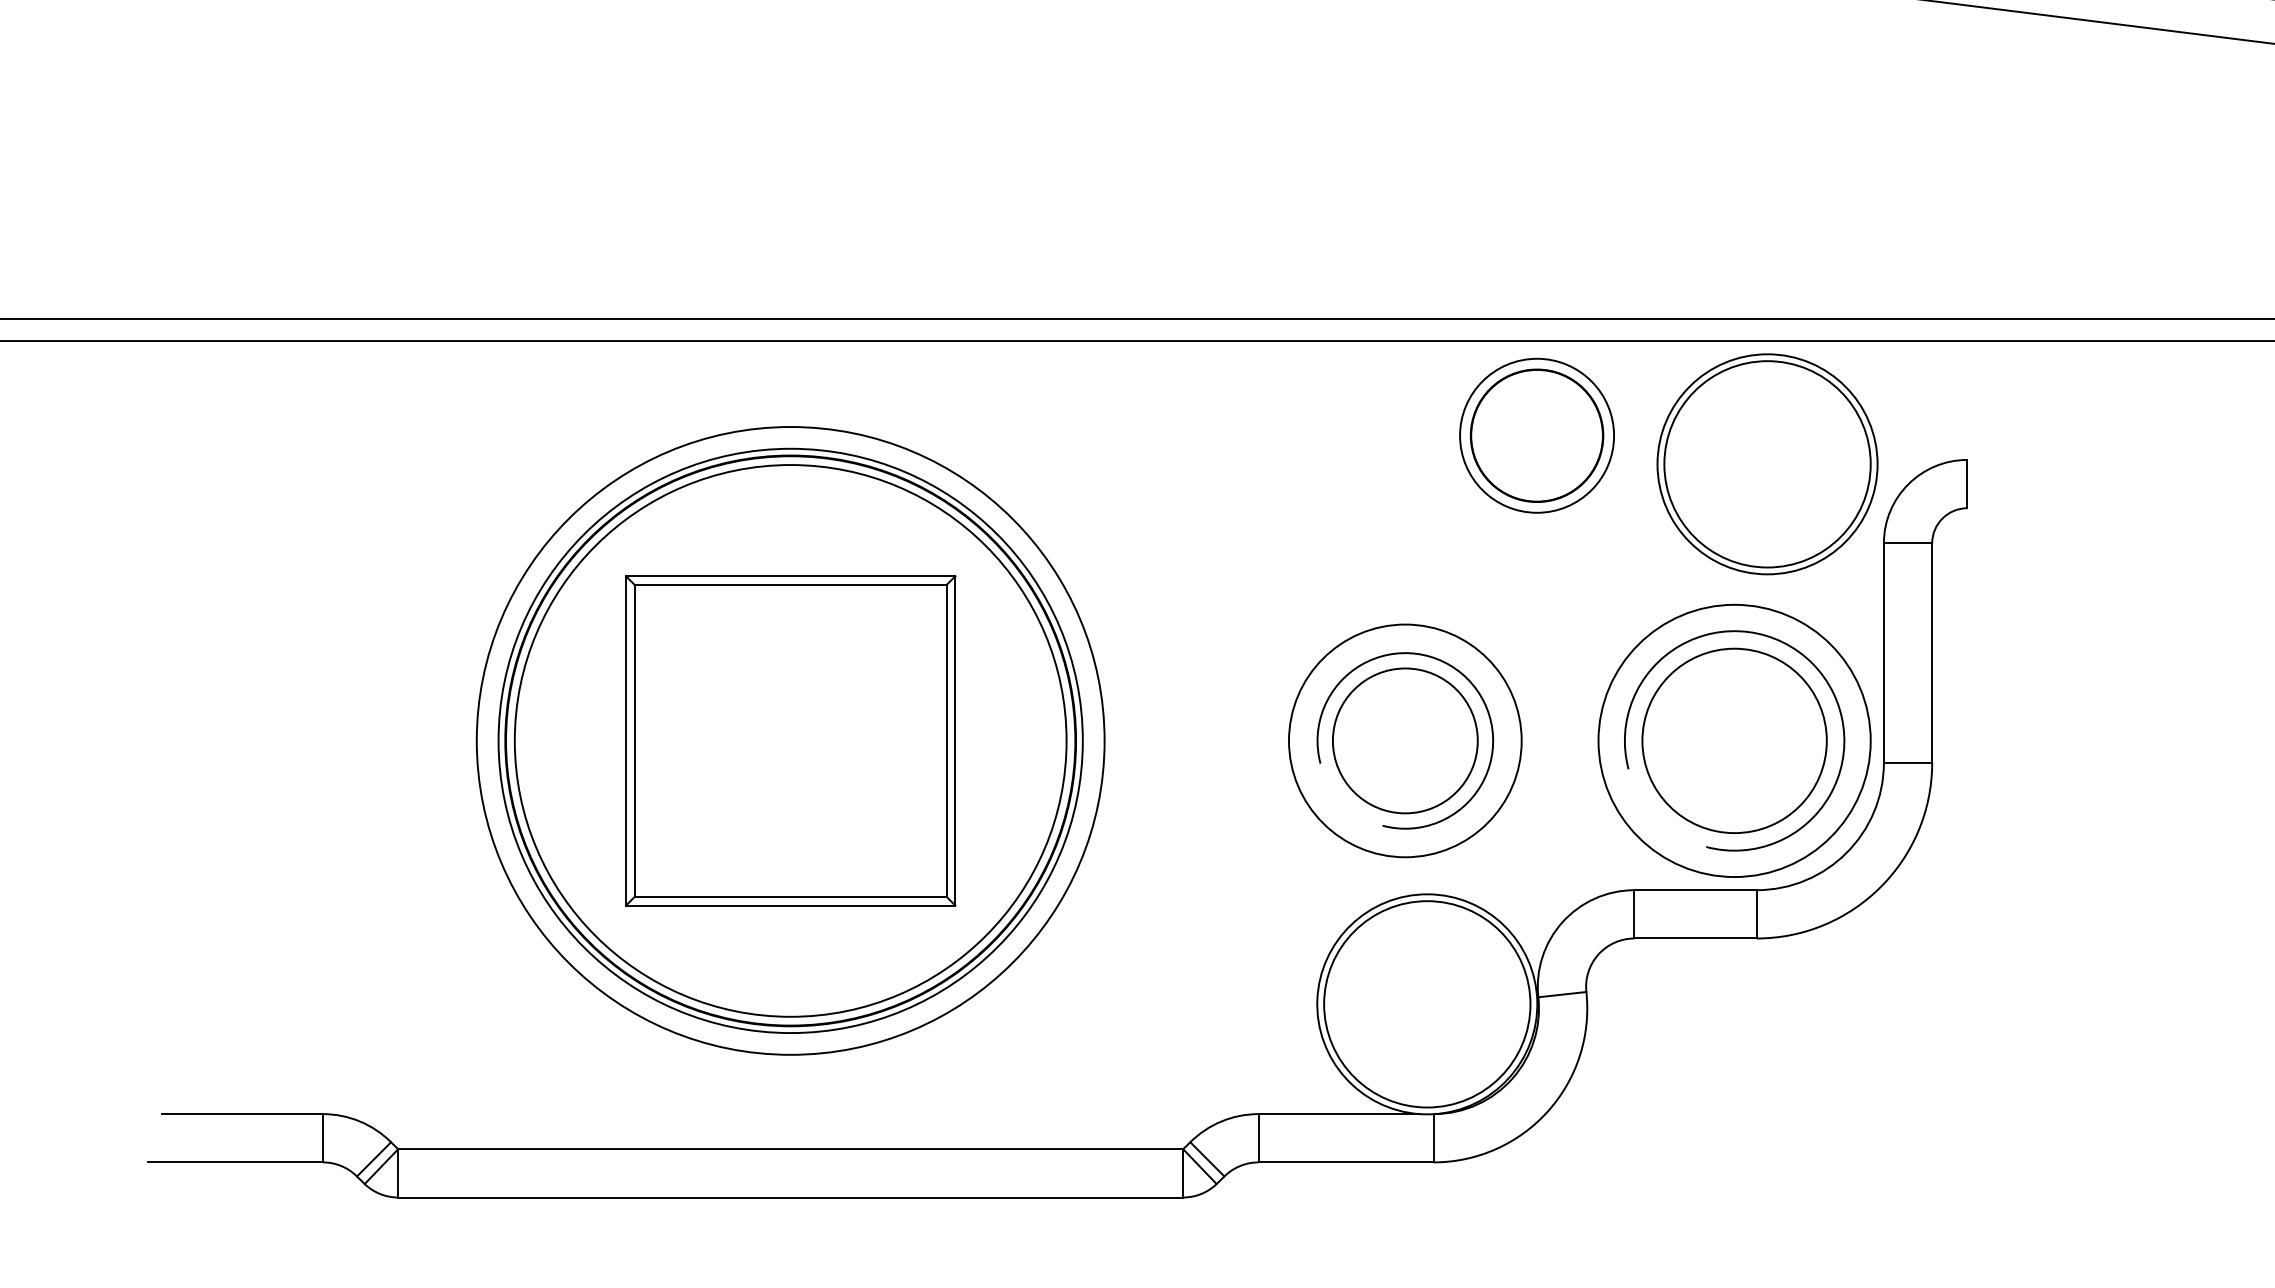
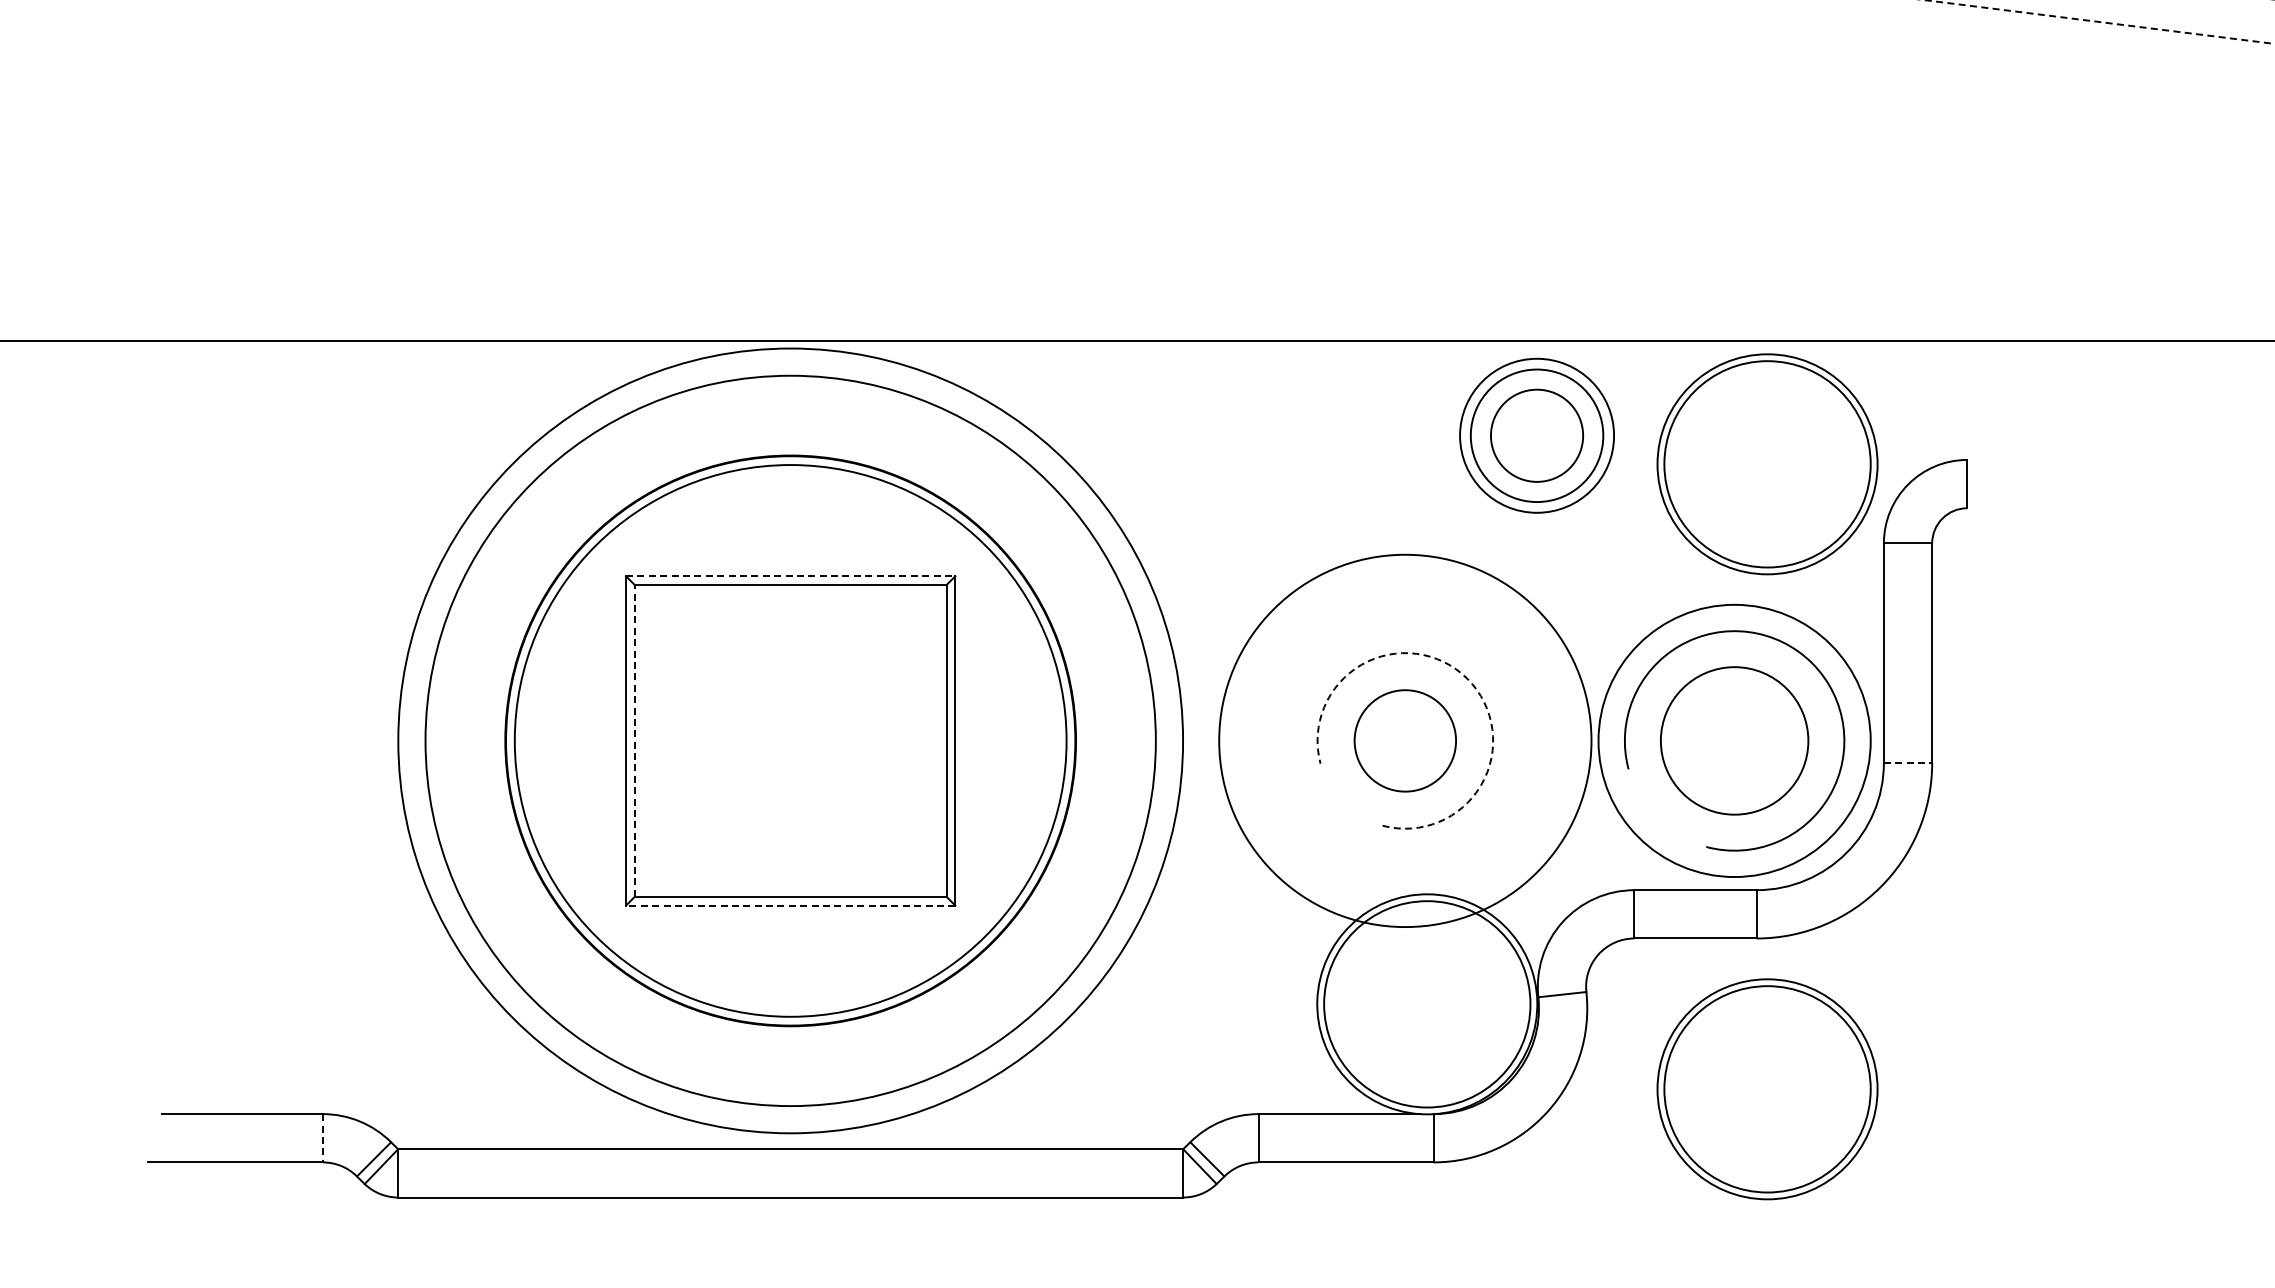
line at (2099, 22): solid -> dashed
line at (1136, 319): present -> none
circle at (1536, 435) diameter: 132 px -> 92 px
line at (790, 576): solid -> dashed
arc at (1467, 678): solid -> dashed
line at (634, 740): solid -> dashed
circle at (790, 740) diameter: 584 px -> 730 px
circle at (790, 740) diameter: 628 px -> 785 px
circle at (1404, 740) diameter: 145 px -> 101 px
circle at (1405, 740) diameter: 233 px -> 372 px
circle at (1734, 740) diameter: 184 px -> 148 px
line at (1908, 762): solid -> dashed
line at (790, 905): solid -> dashed
part at (1767, 1089): none -> present
line at (322, 1138): solid -> dashed
